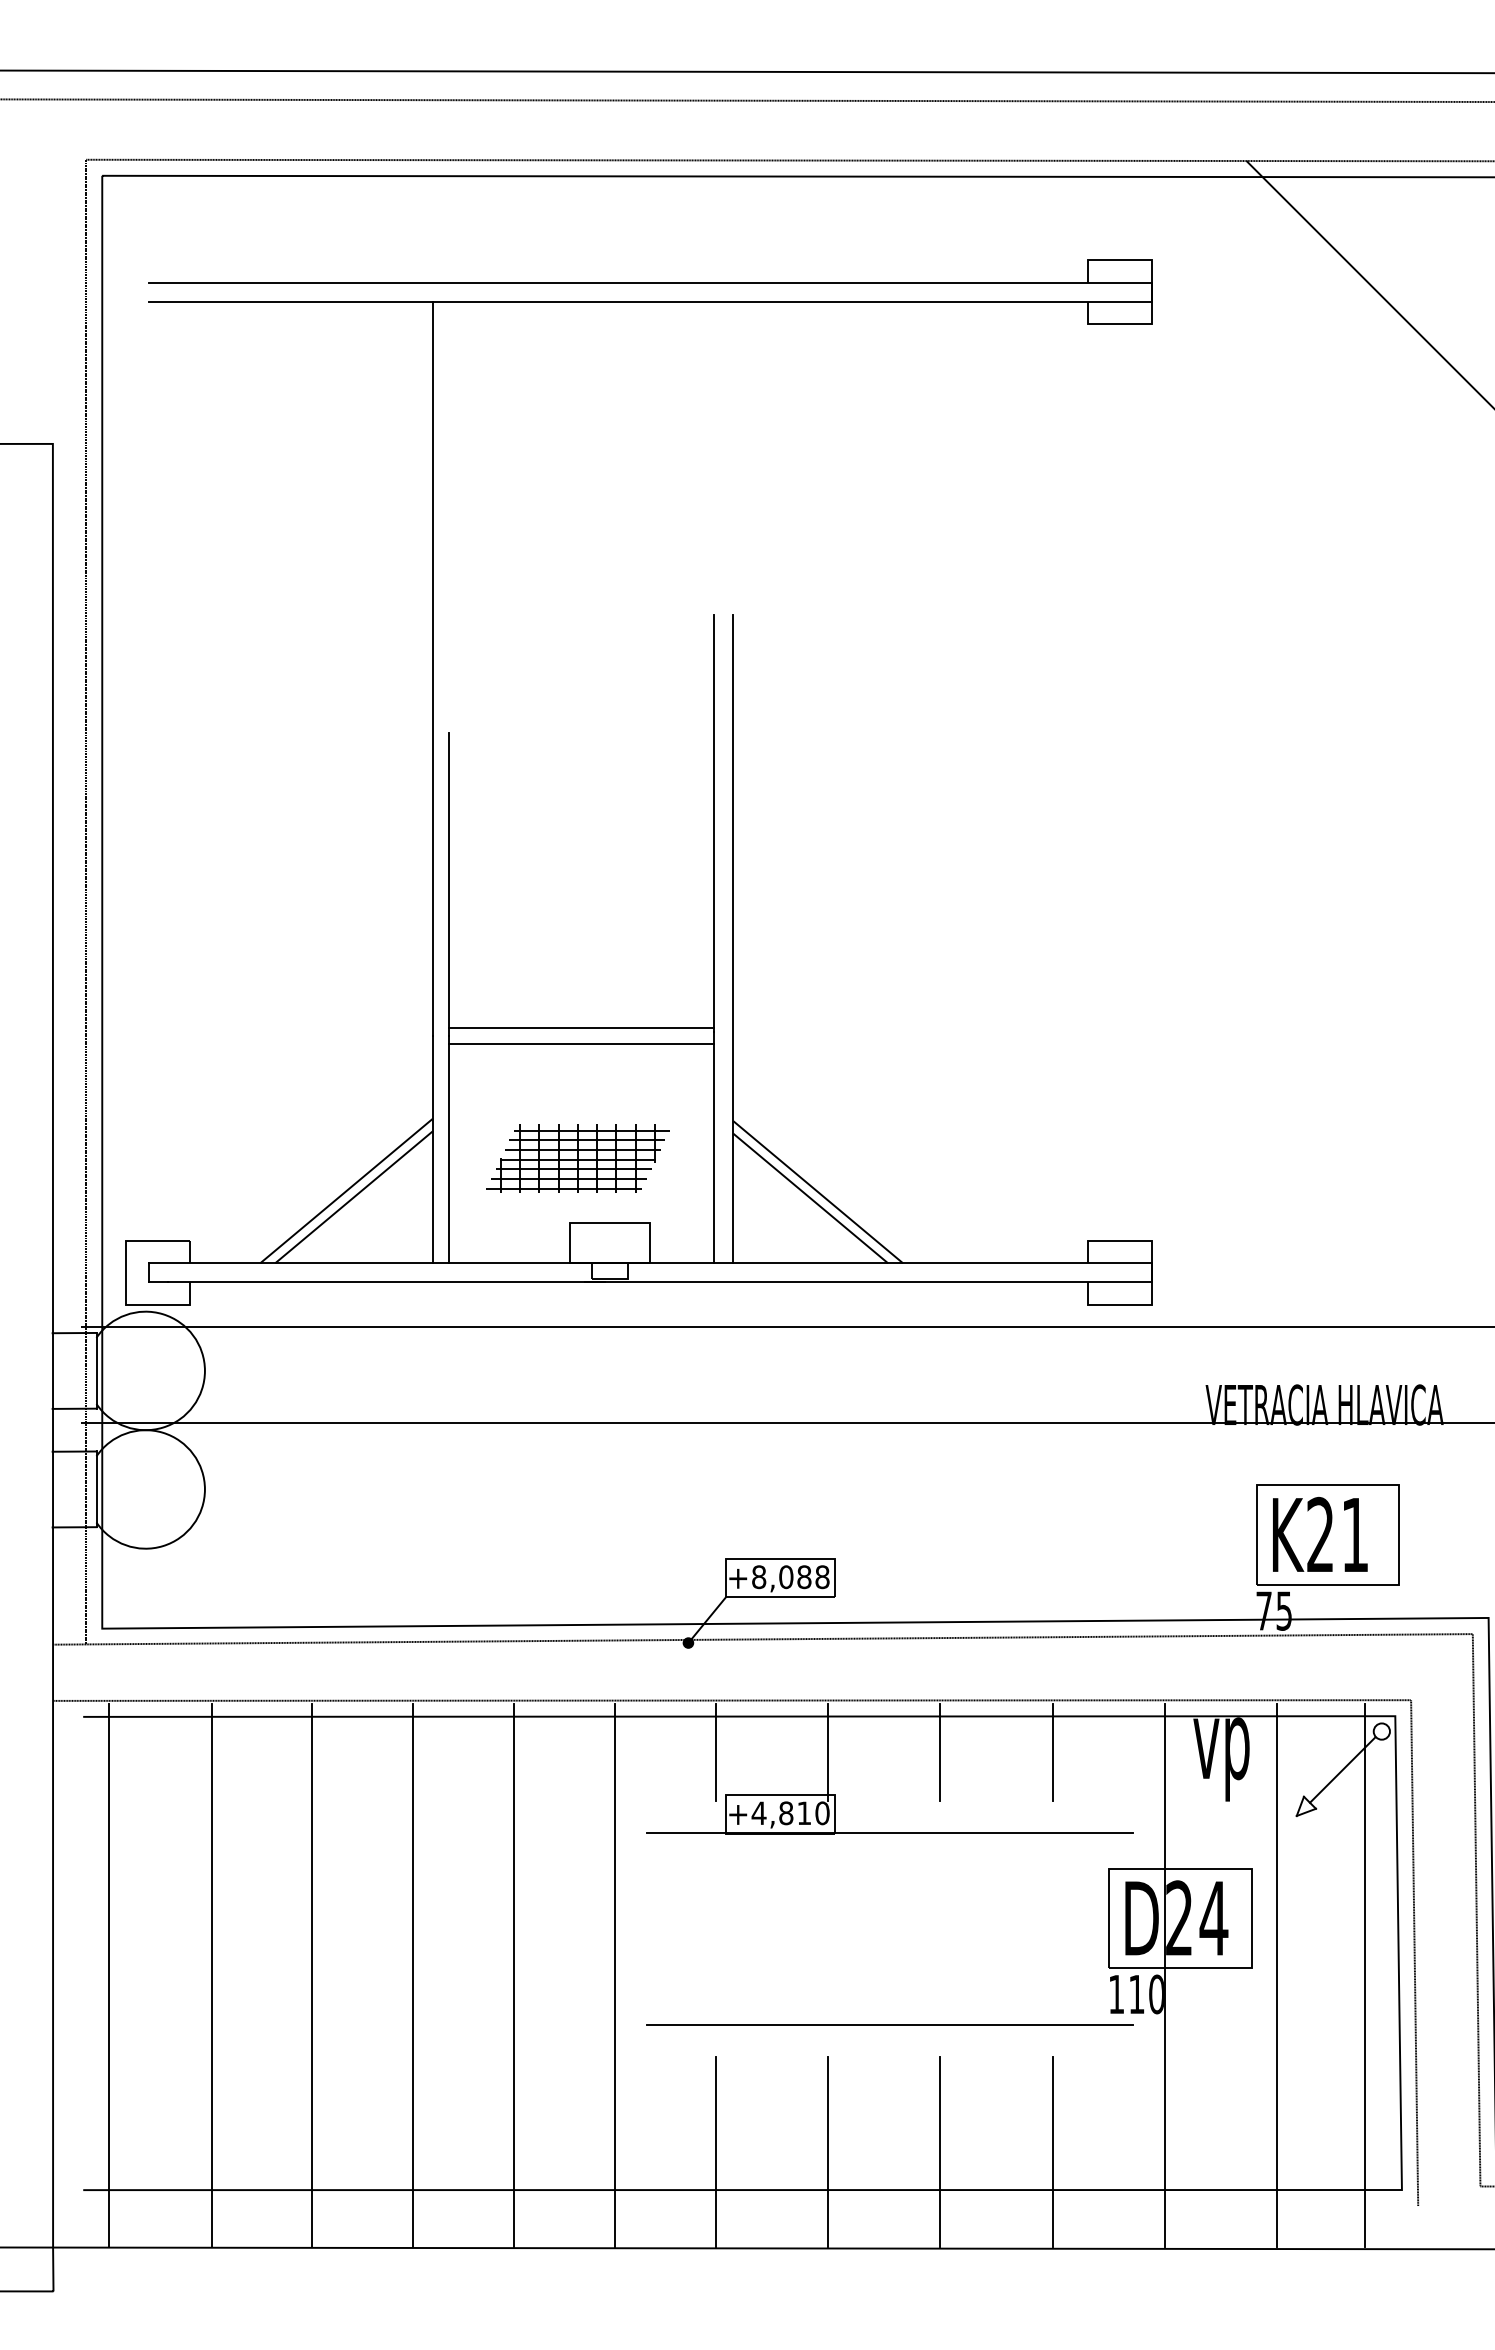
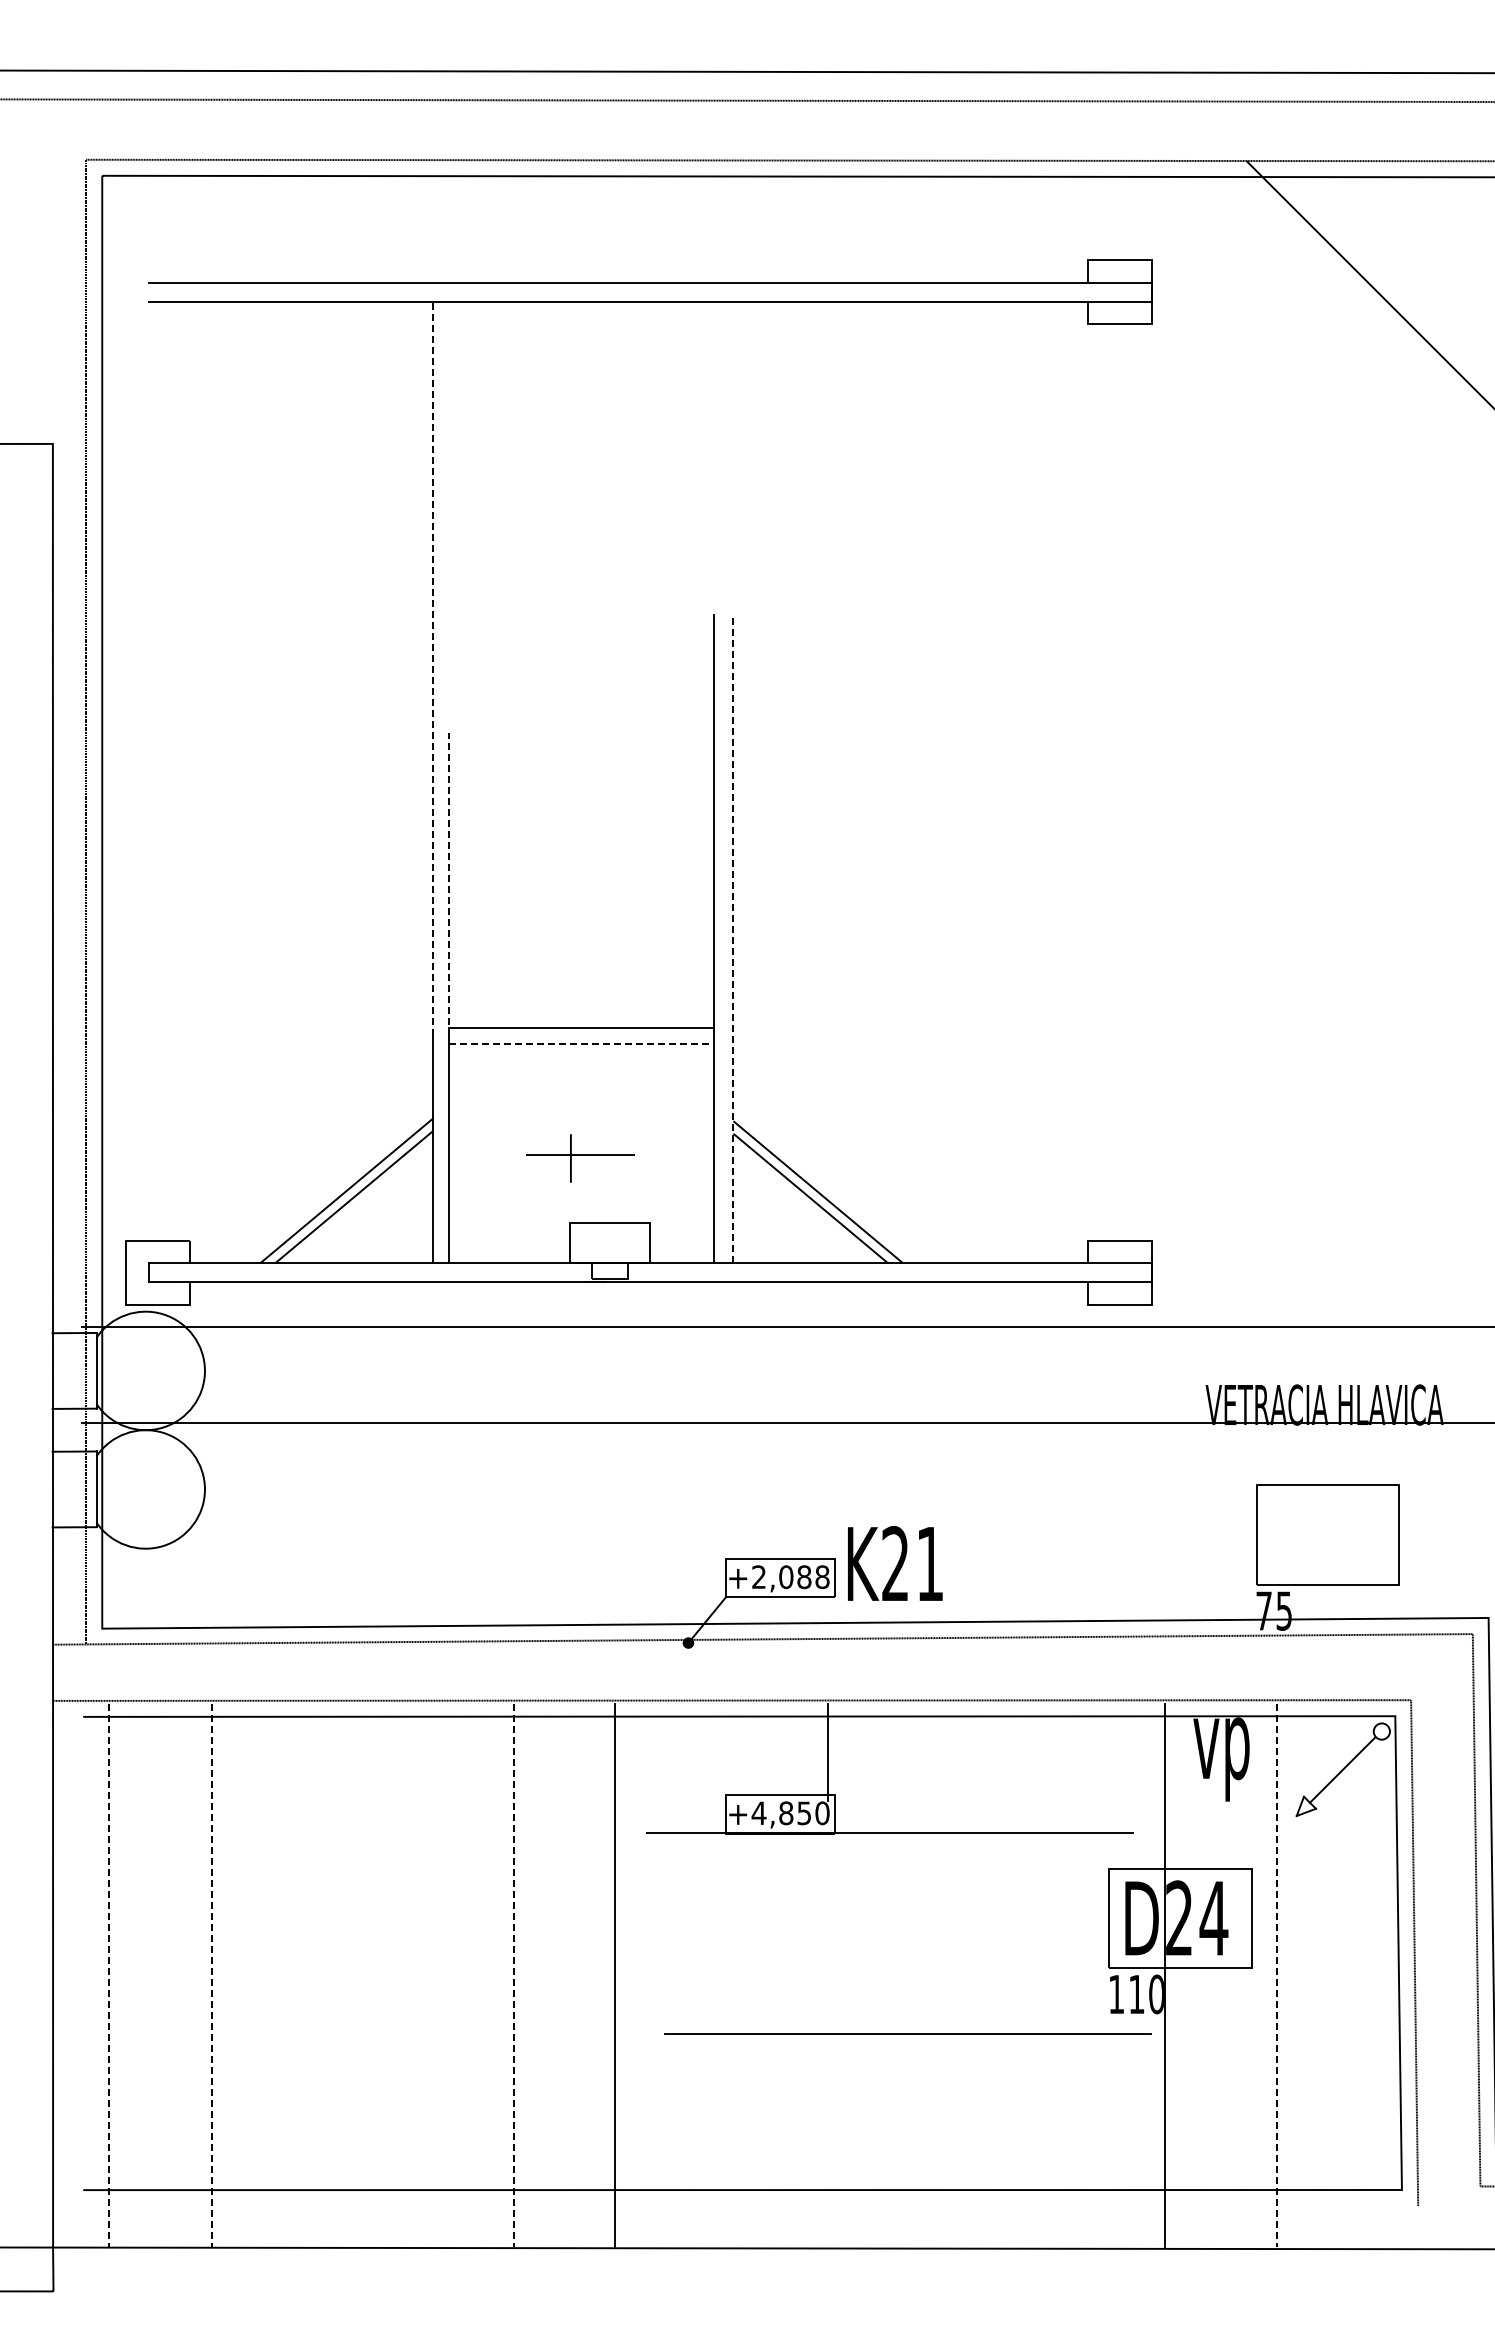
line at (433, 668): solid -> dashed
line at (449, 883): solid -> dashed
line at (733, 938): solid -> dashed
line at (581, 1043): solid -> dashed
part at (577, 1158) size: 184x69 px -> 109x49 px
text at (1320, 1534) position: (1320, 1534) -> (895, 1563)
text at (759, 1577): +8,088 -> +2,088
line at (716, 1752): present -> none
line at (940, 1752): present -> none
line at (1052, 1752): present -> none
text at (803, 1813): +4,810 -> +4,850
line at (108, 1975): solid -> dashed
line at (211, 1975): solid -> dashed
line at (312, 1975): present -> none
line at (413, 1975): present -> none
line at (514, 1975): solid -> dashed
line at (1276, 1975): solid -> dashed
line at (1364, 1975): present -> none
line at (889, 2024) position: (889, 2024) -> (907, 2033)
line at (716, 2152): present -> none
line at (828, 2152): present -> none
line at (940, 2152): present -> none
line at (1052, 2152): present -> none
